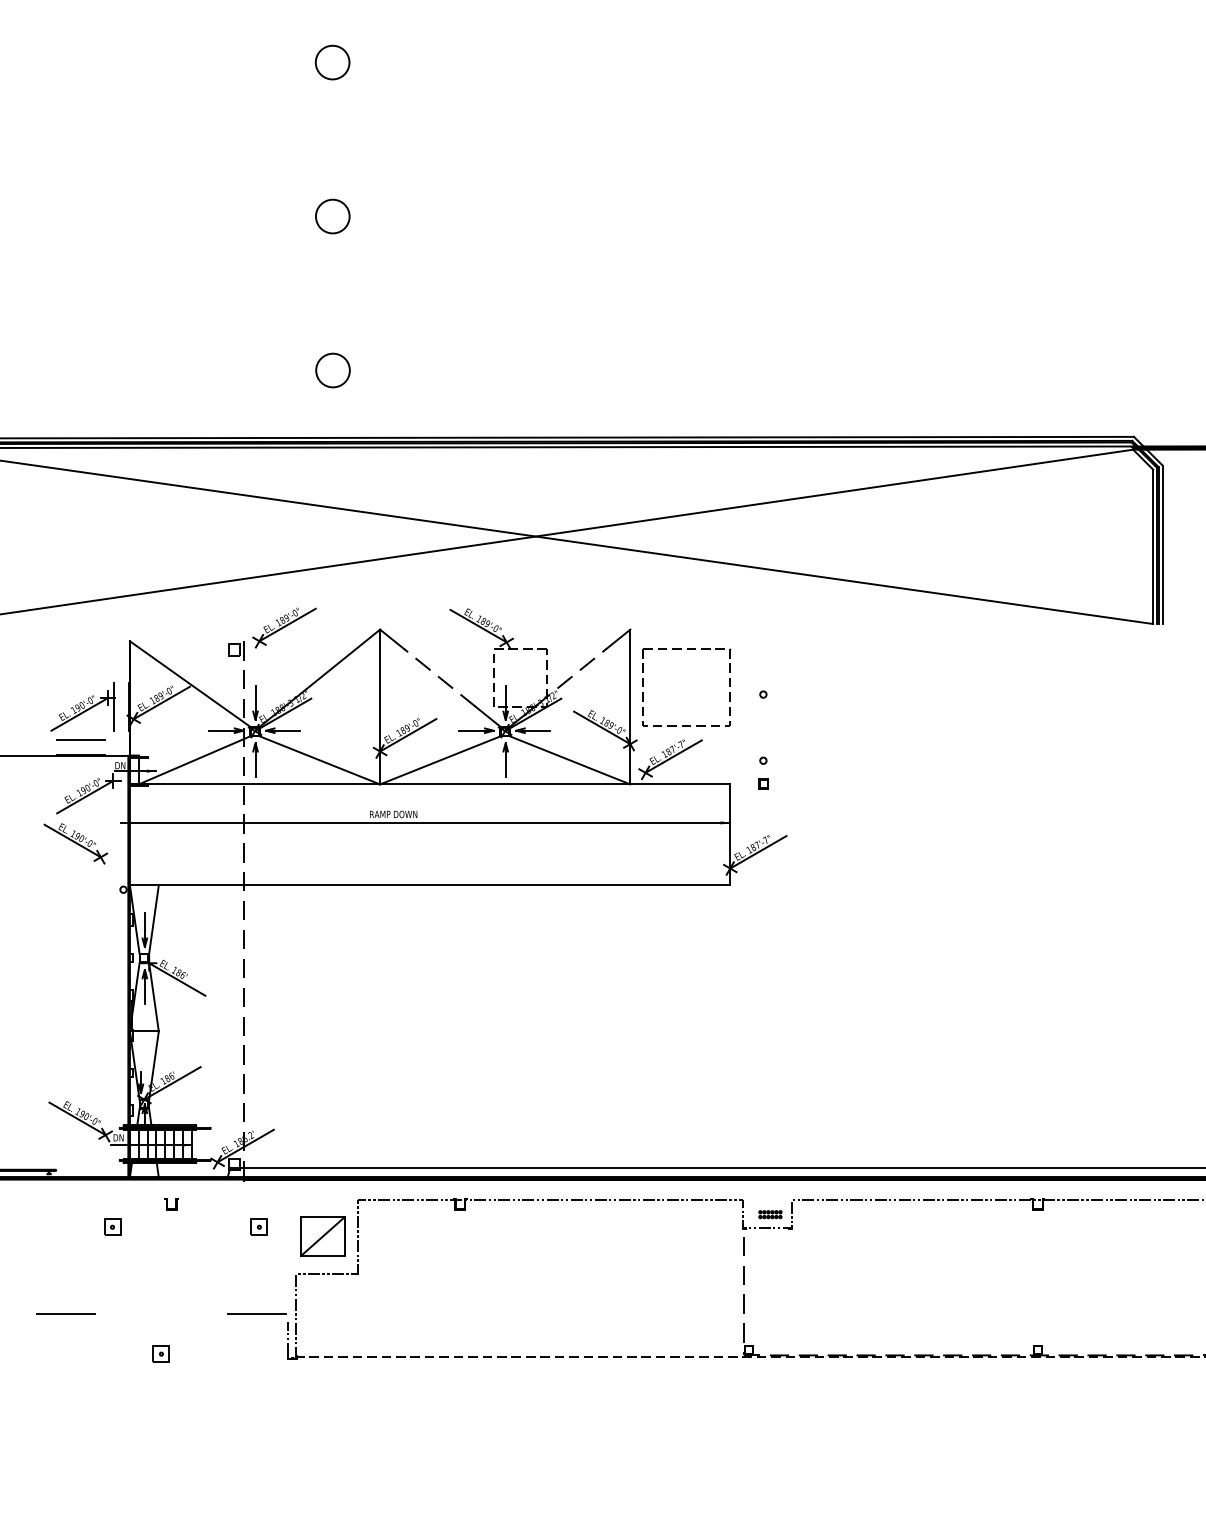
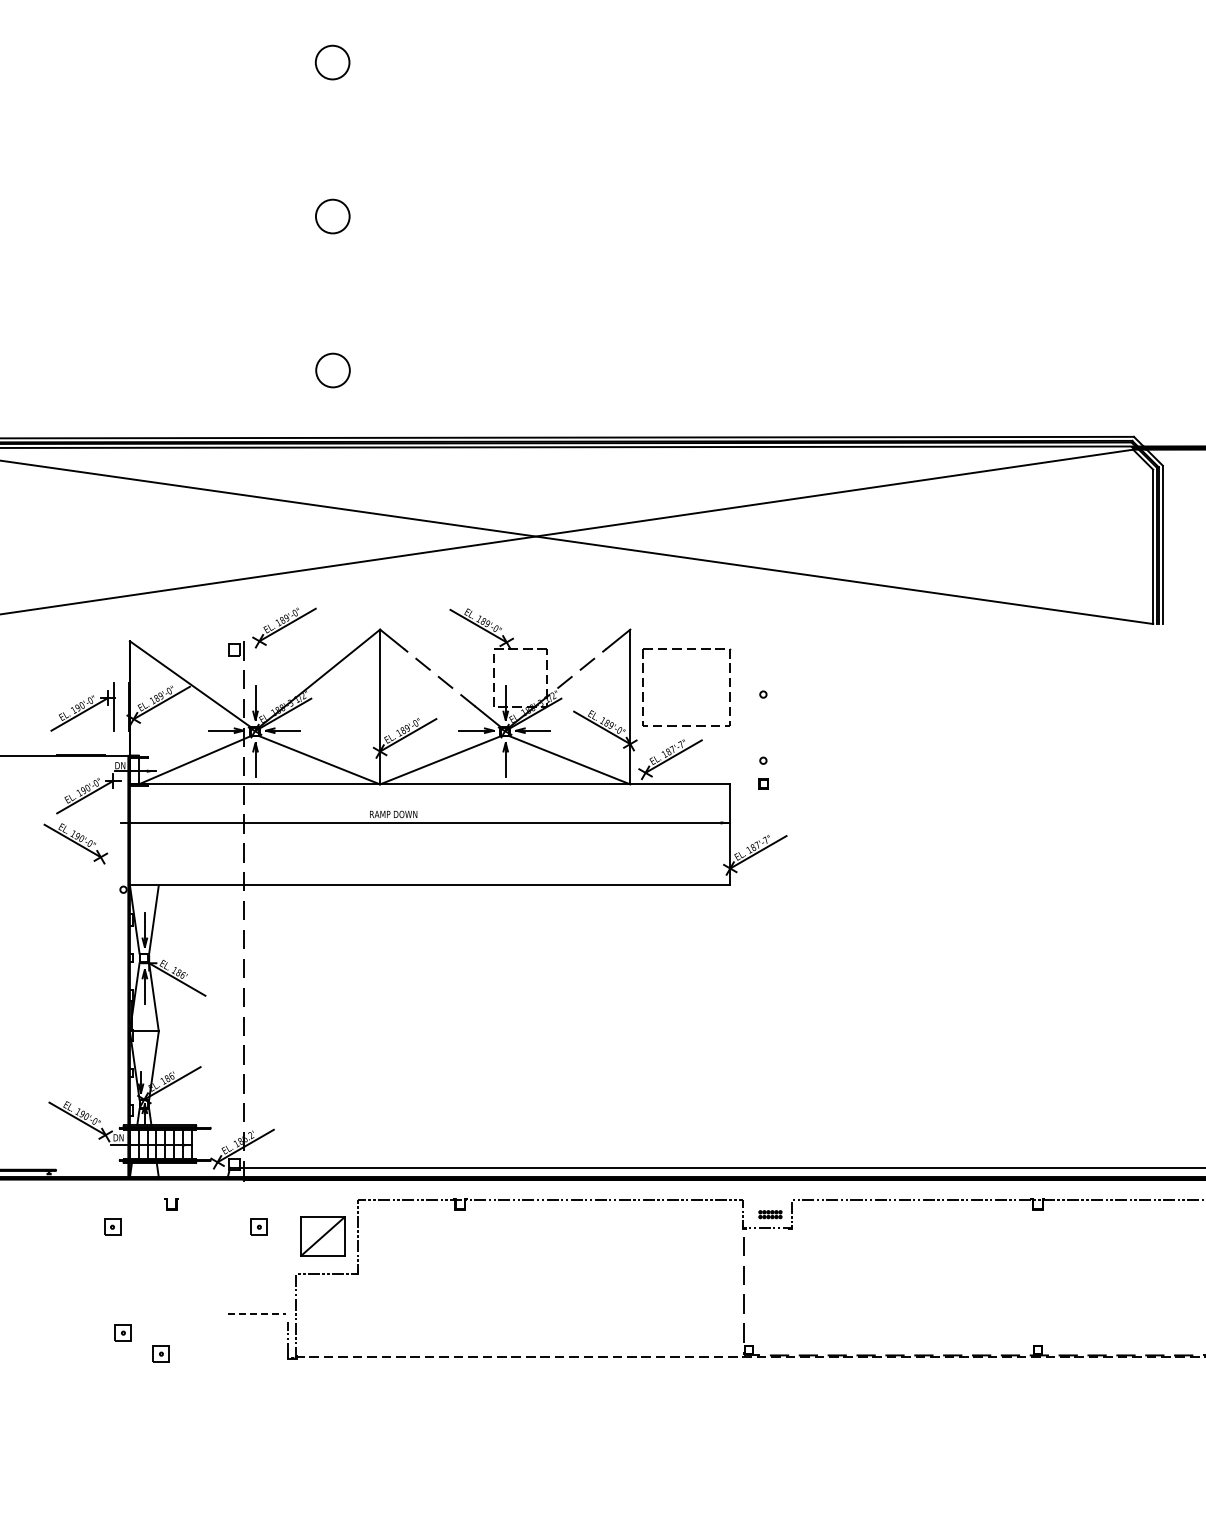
line at (80, 739): present -> none
line at (65, 1314): present -> none
line at (257, 1314): solid -> dashed
part at (122, 1332): none -> present
